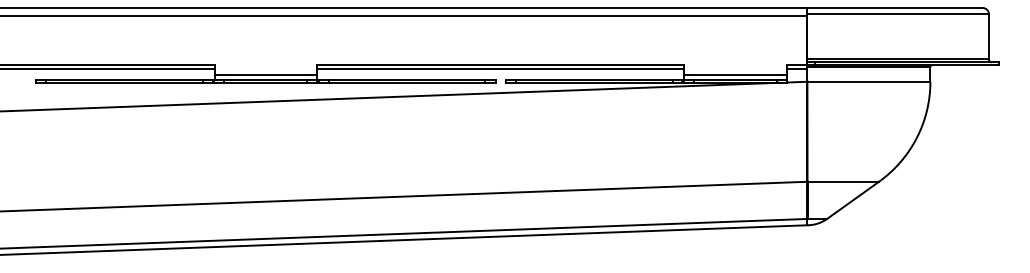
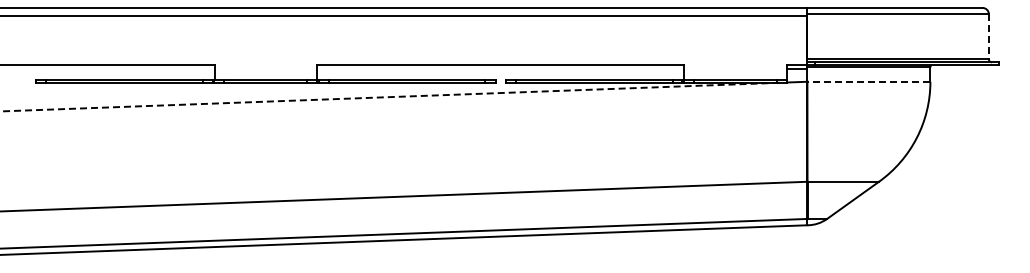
line at (988, 36): solid -> dashed
line at (108, 69): present -> none
line at (500, 69): present -> none
line at (265, 74): present -> none
line at (735, 74): present -> none
line at (868, 81): solid -> dashed
line at (389, 97): solid -> dashed
